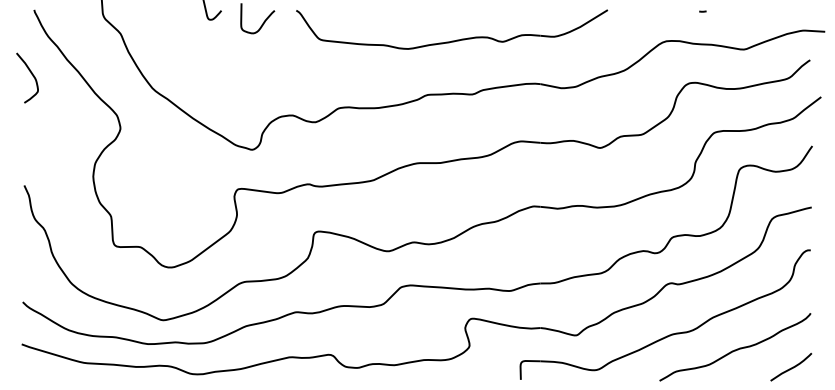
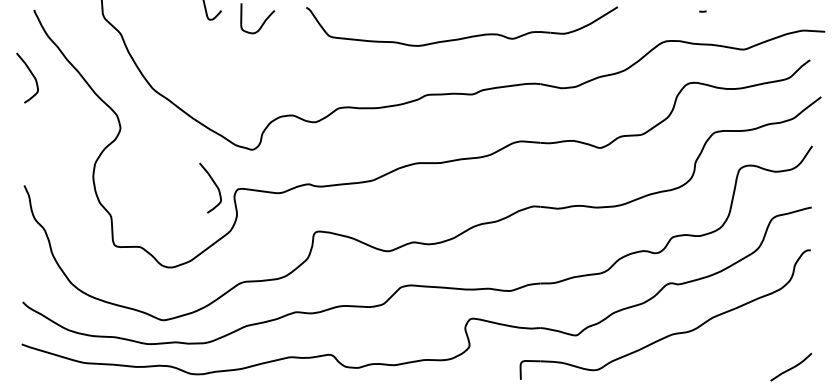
part at (456, 39) position: (456, 39) -> (466, 36)
curve at (213, 183): none -> present
curve at (735, 349): present -> none
